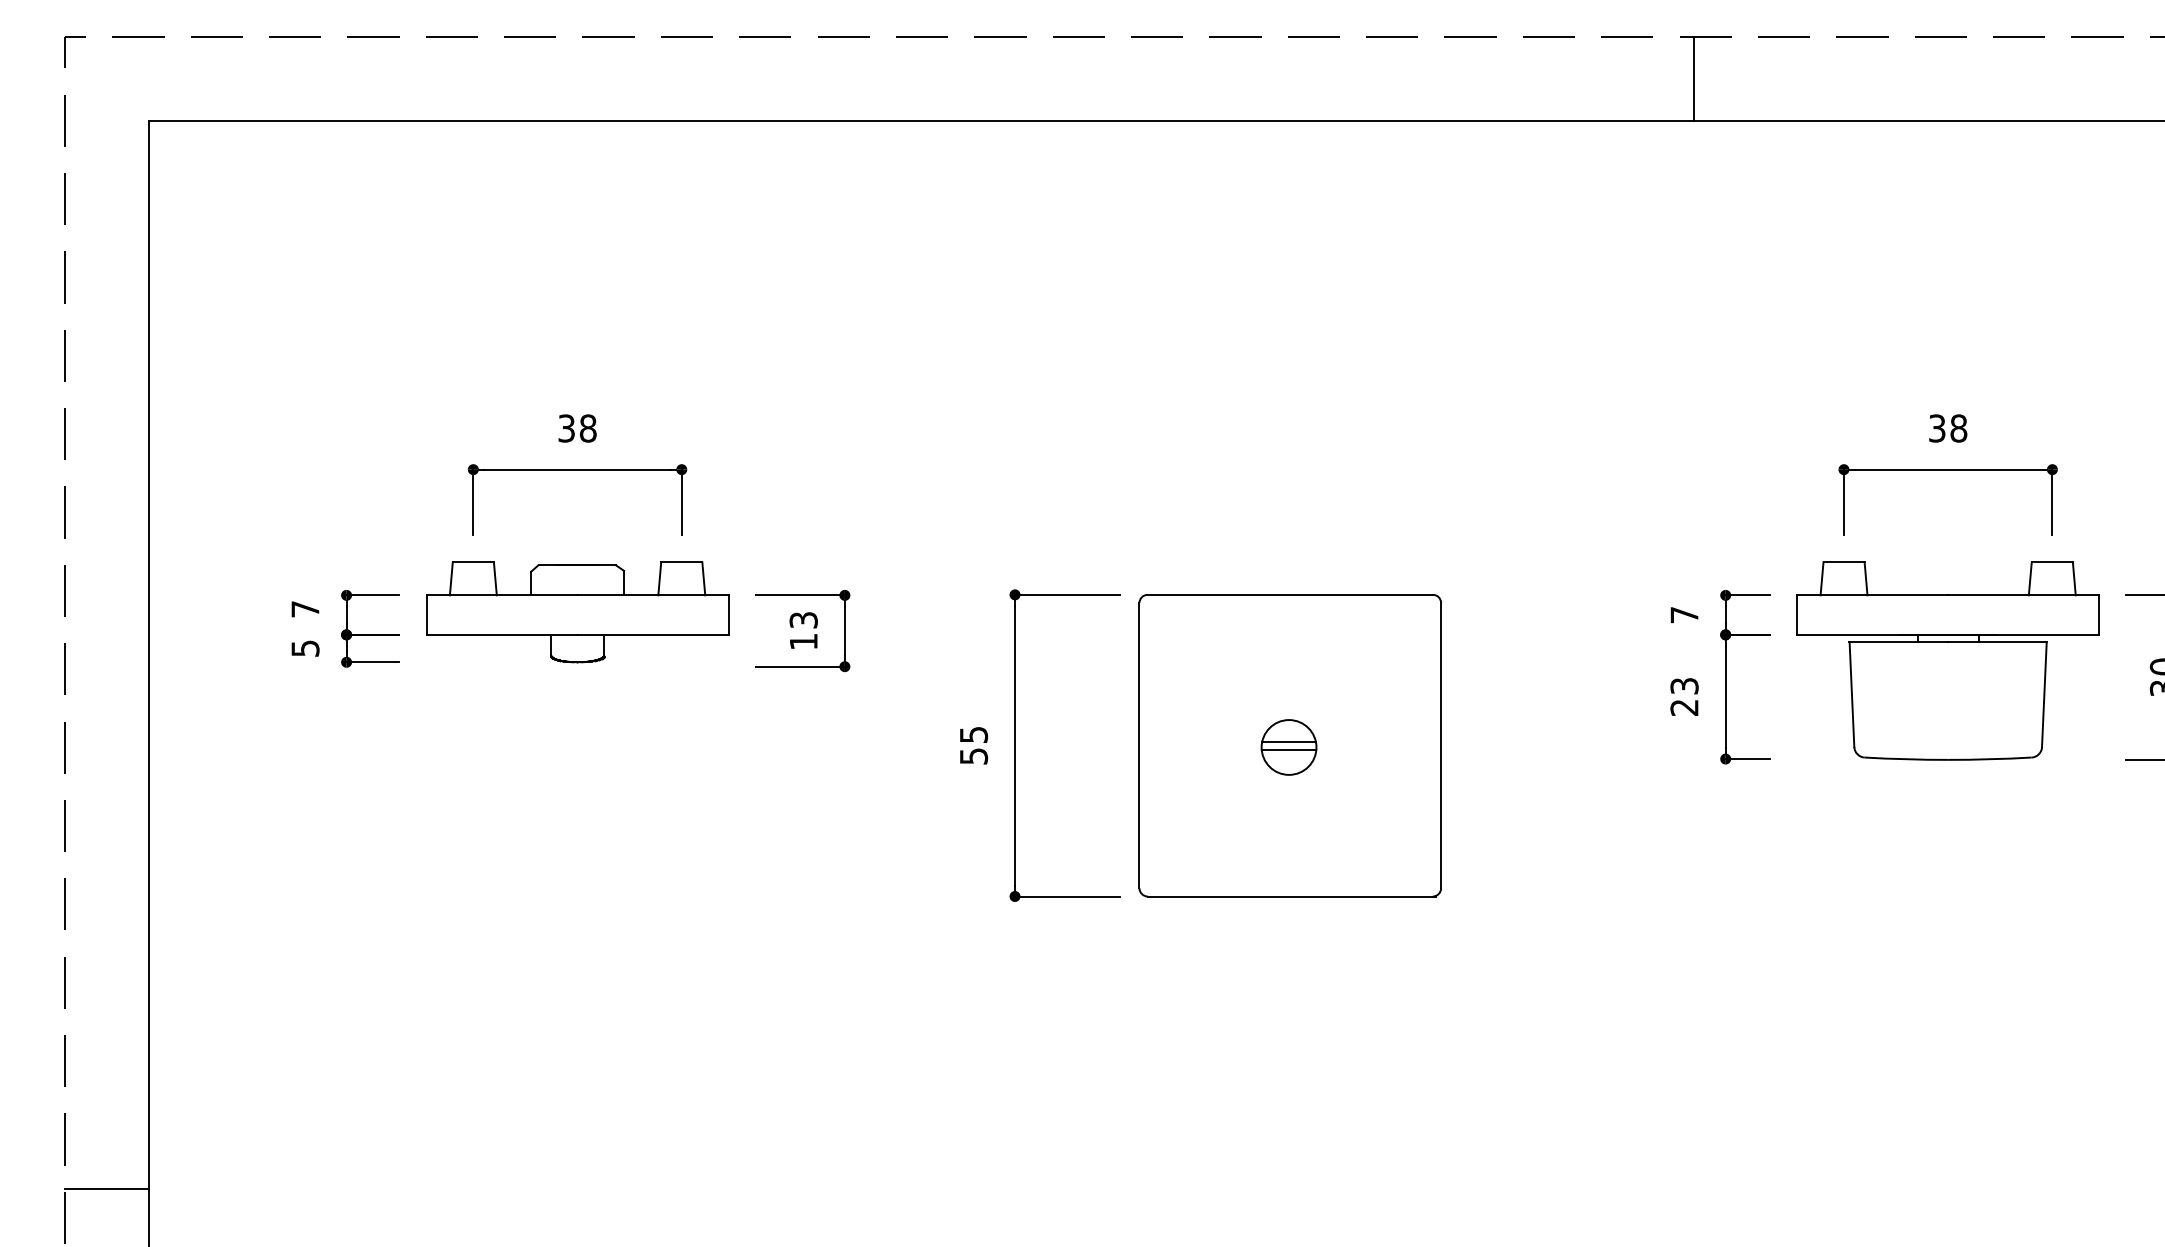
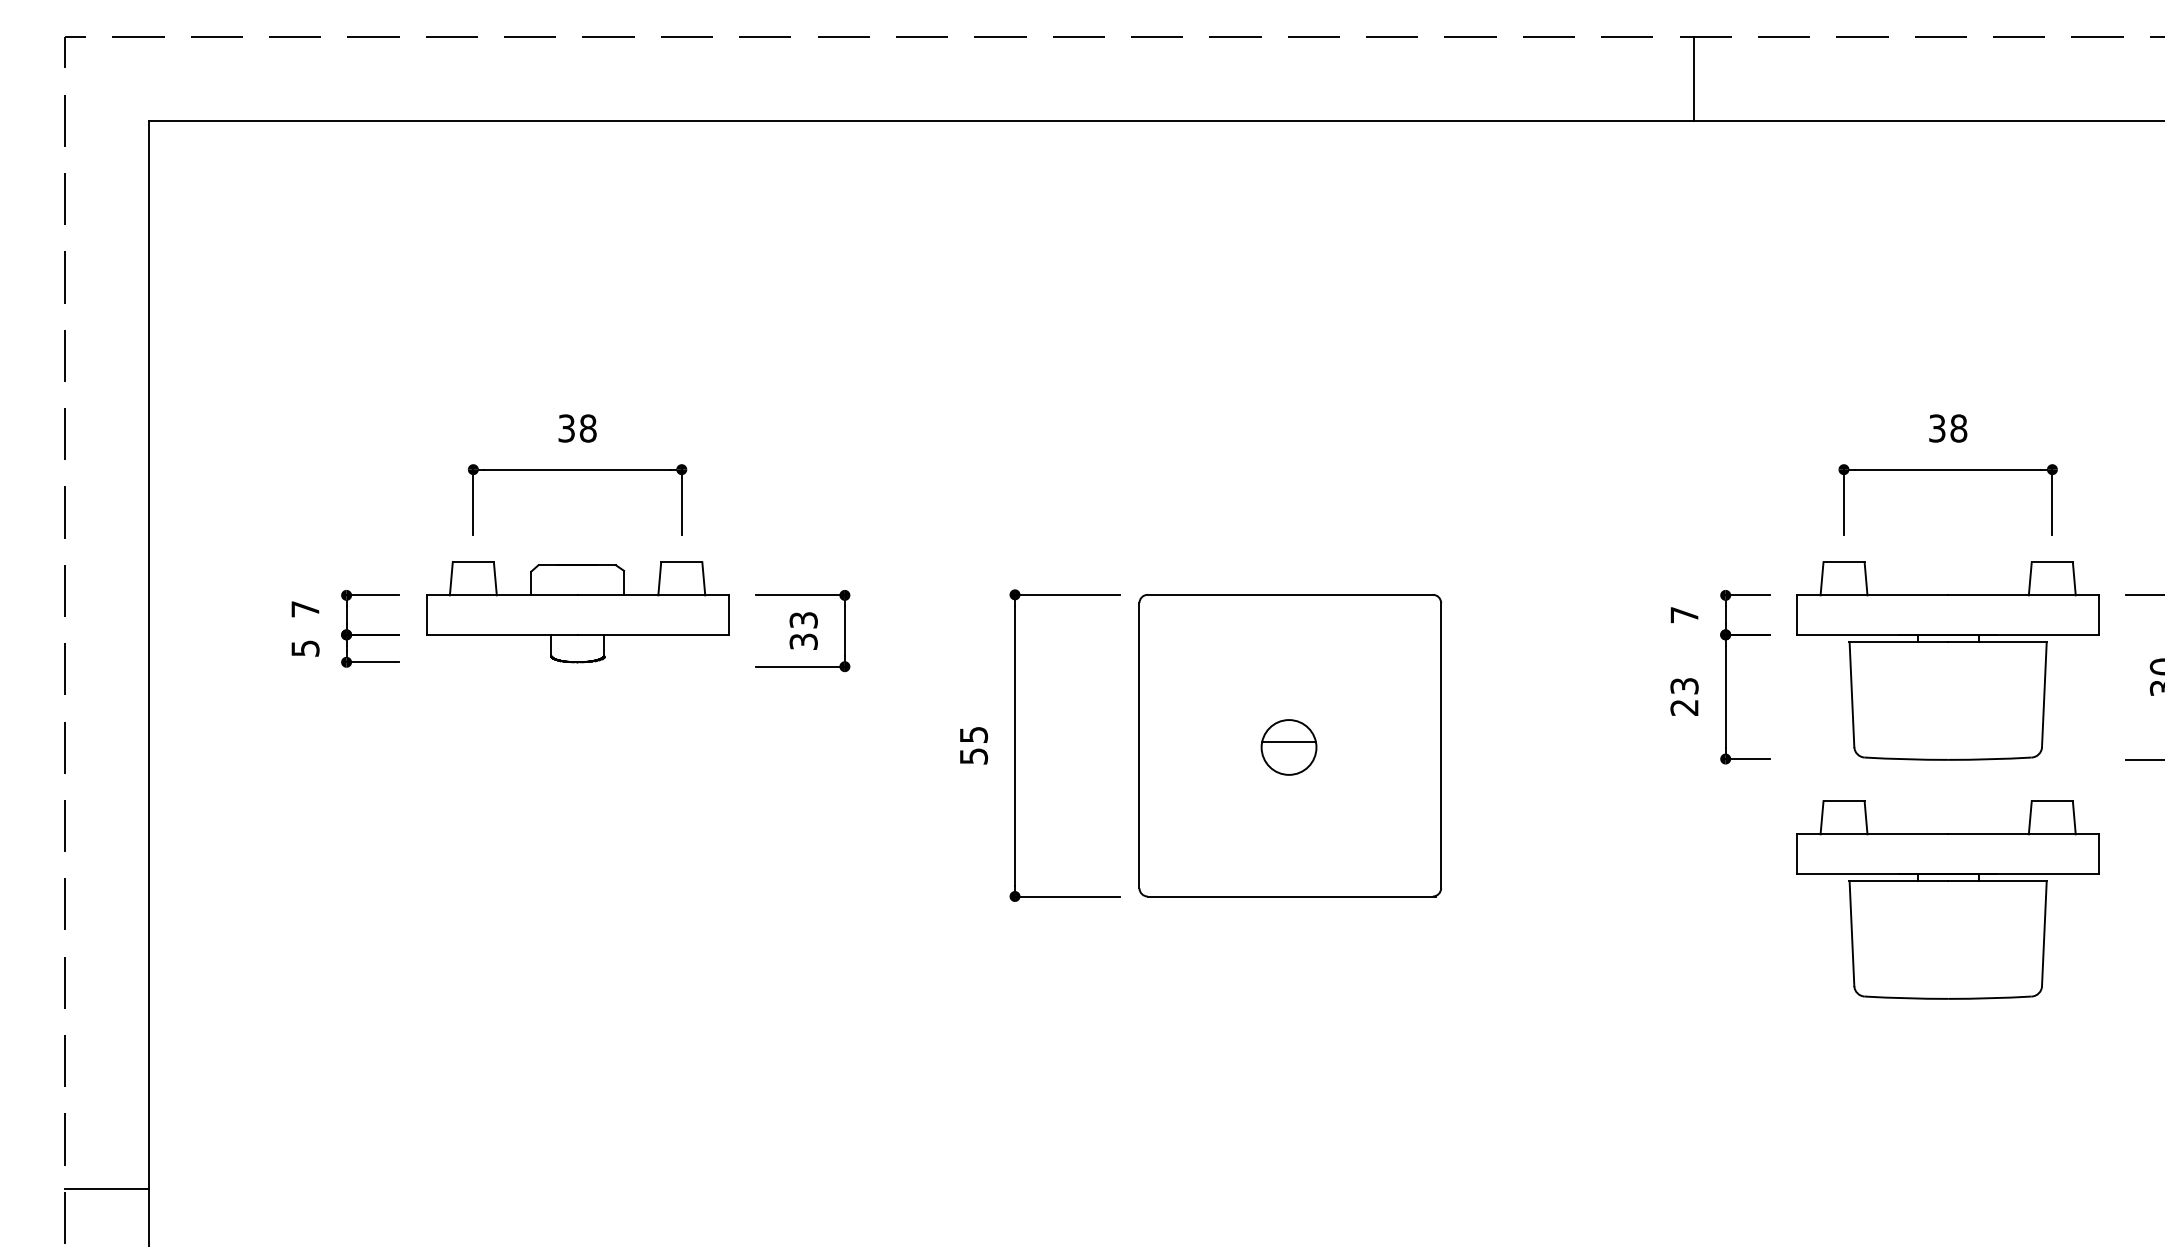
text at (803, 641): 13 -> 33
line at (1288, 750): present -> none
part at (1947, 899): none -> present
